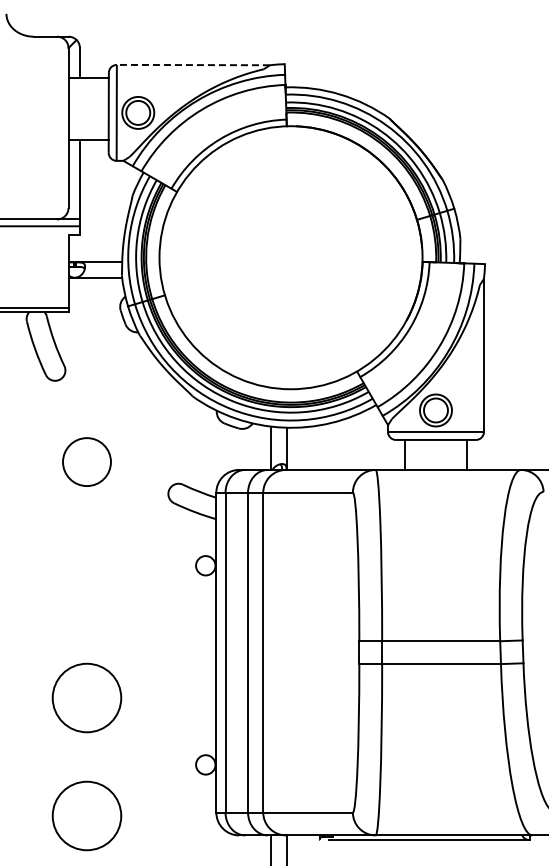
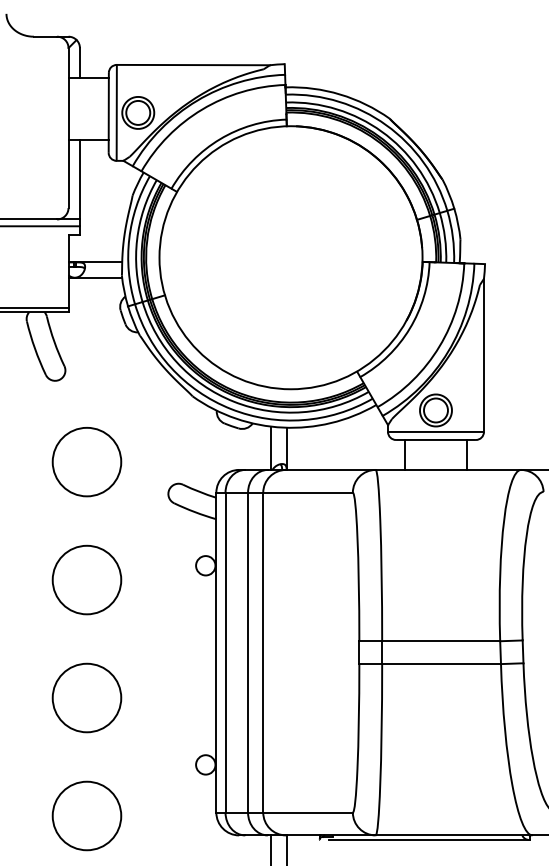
line at (193, 65): dashed -> solid
circle at (86, 462) diameter: 48 px -> 69 px
circle at (86, 579): none -> present
